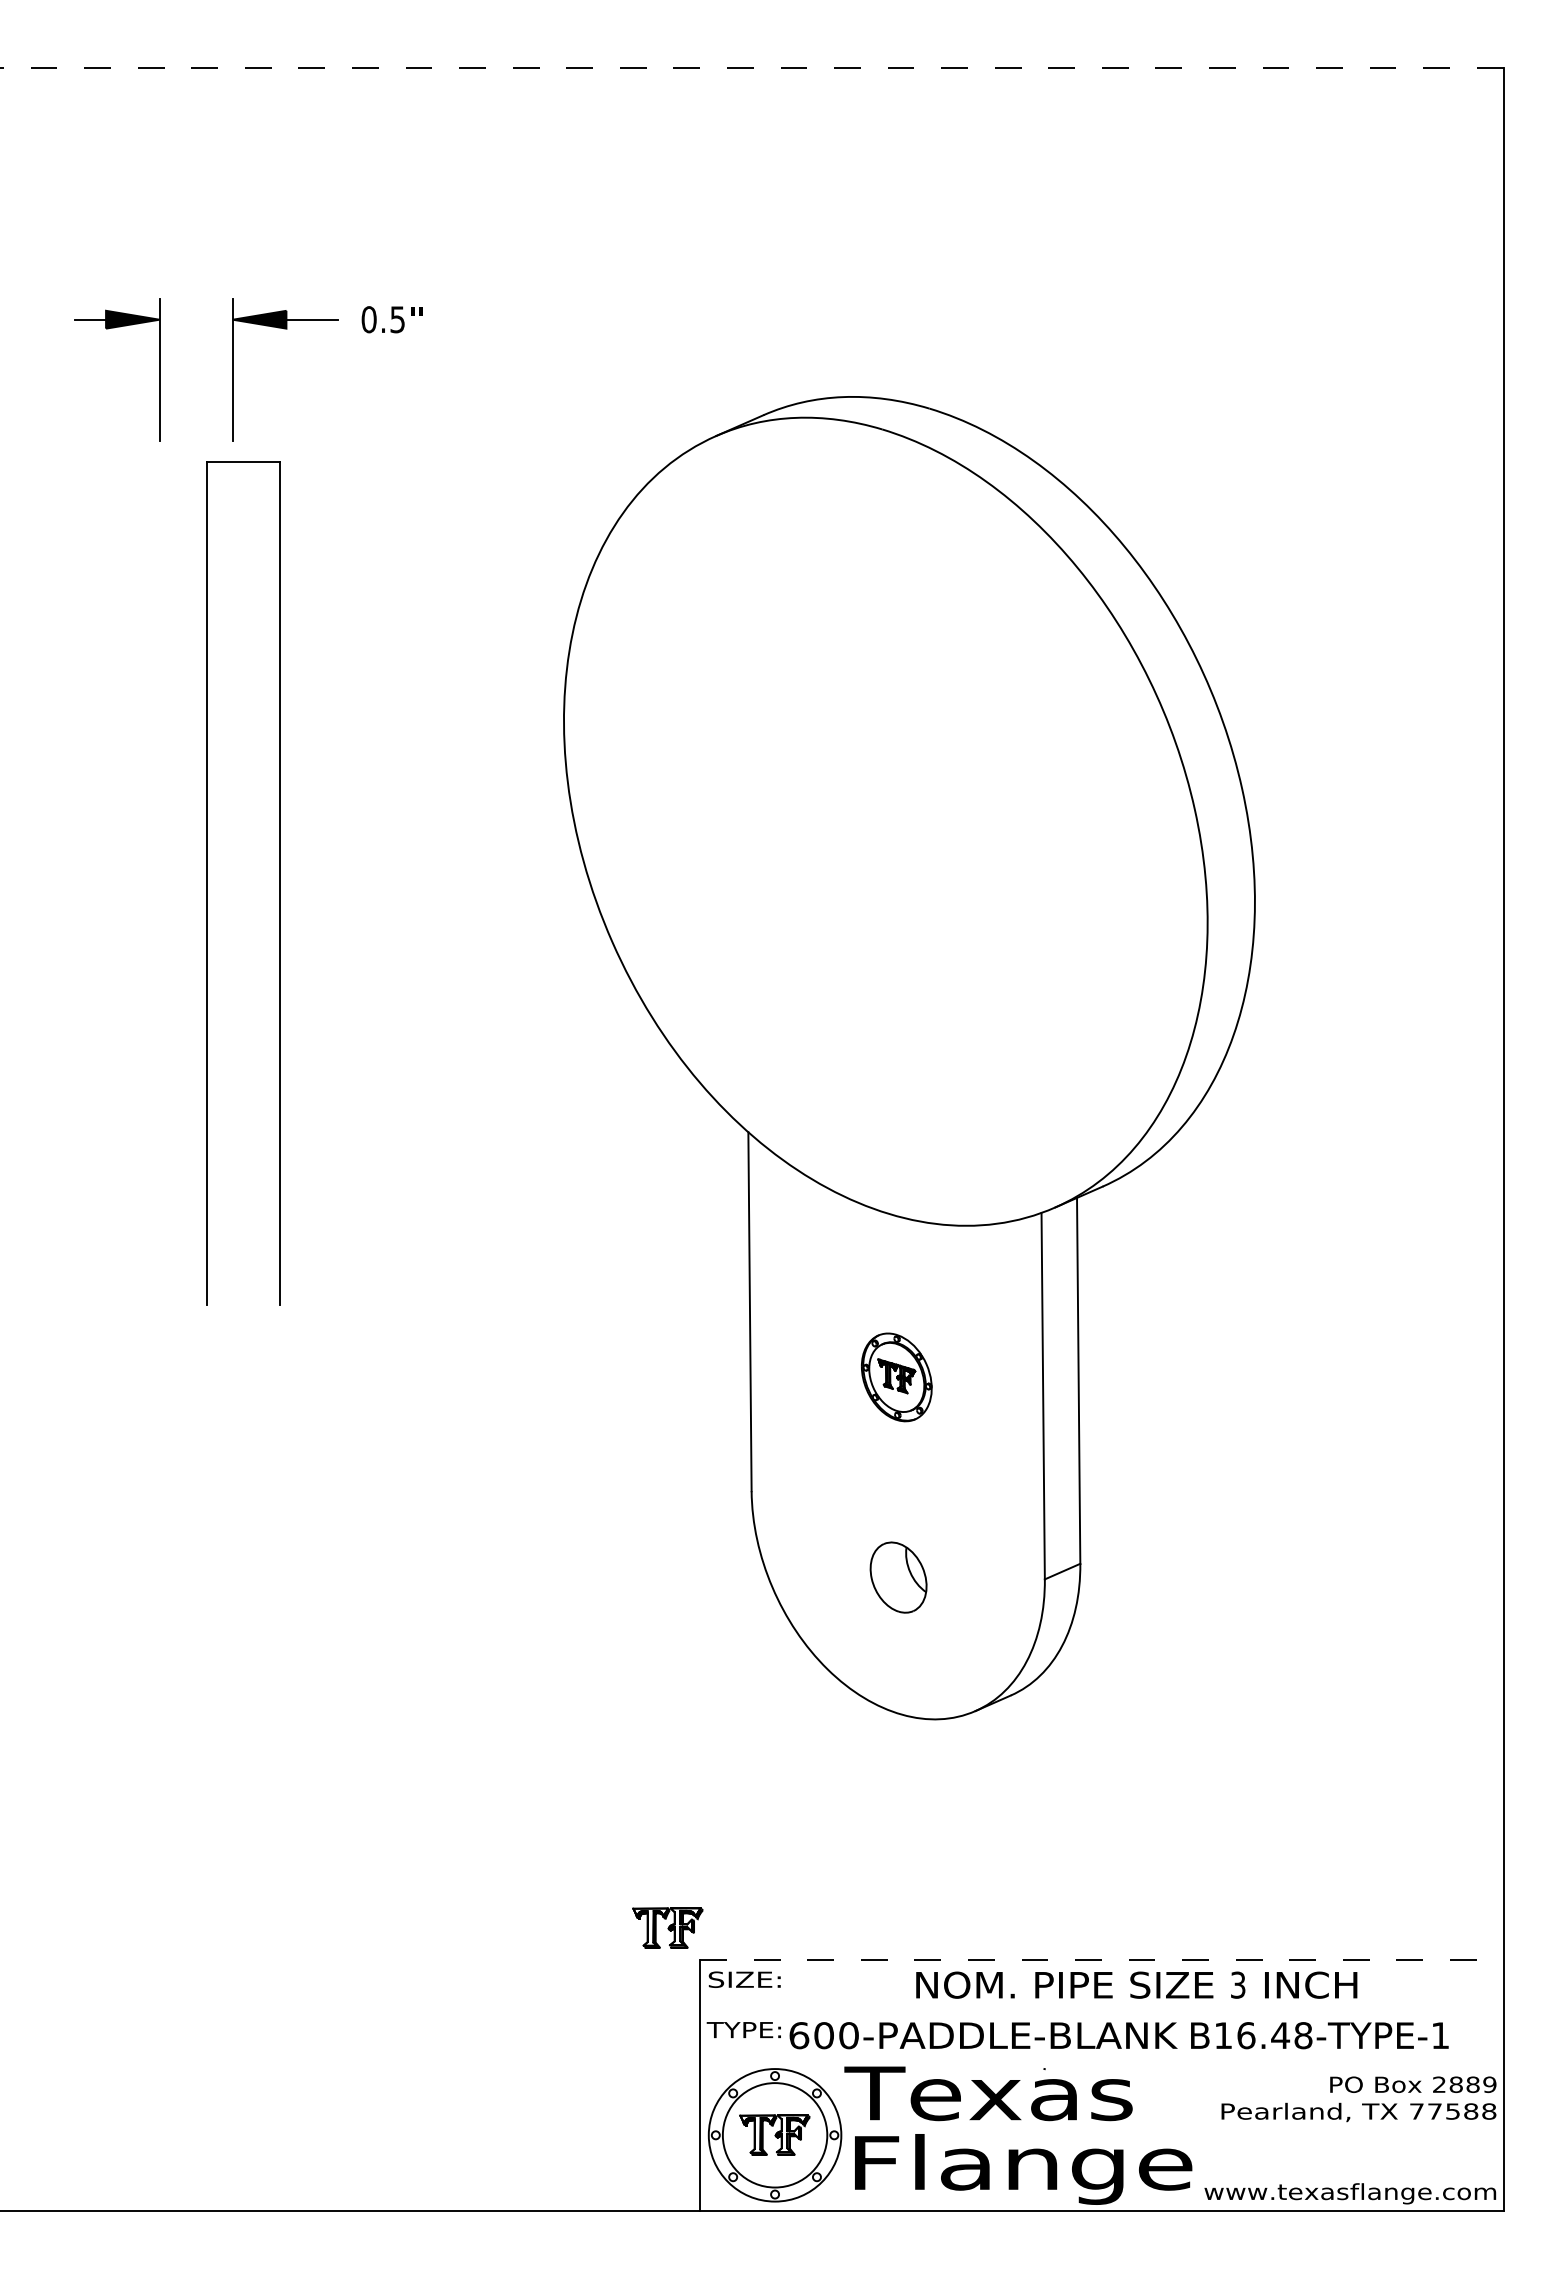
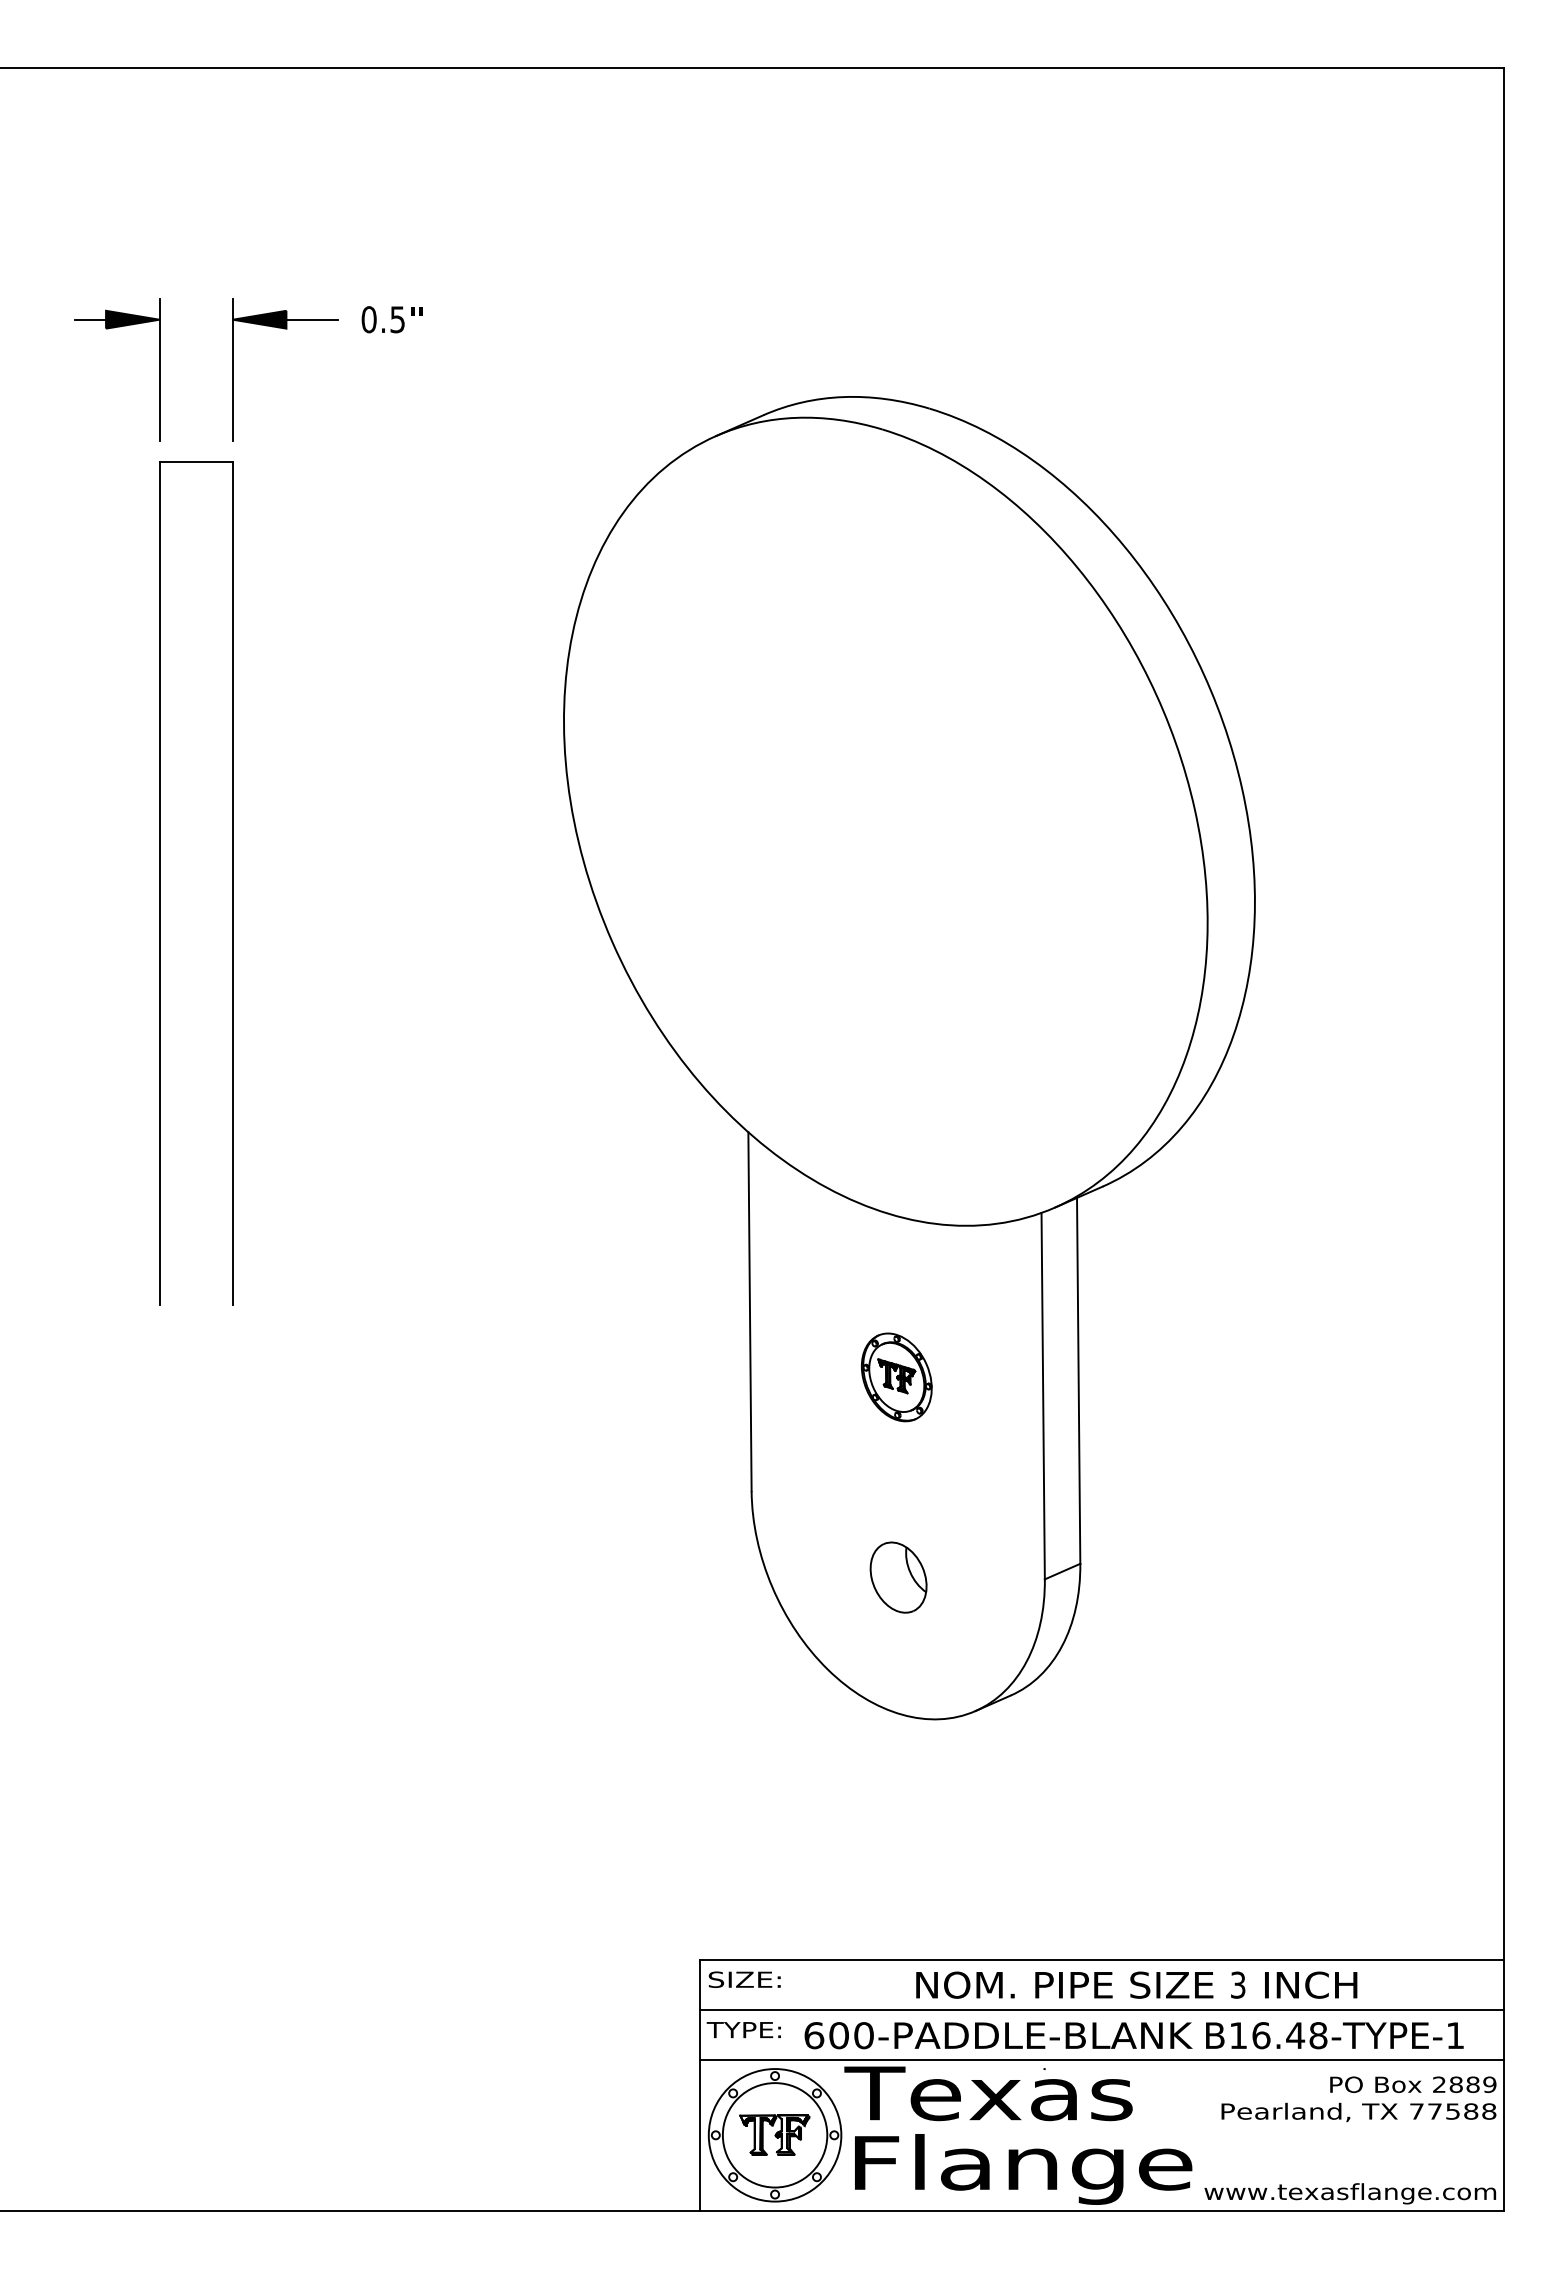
line at (752, 68): dashed -> solid
part at (207, 883) position: (207, 883) -> (160, 883)
part at (667, 1927): present -> none
line at (1101, 1959): dashed -> solid
line at (1101, 2009): none -> present
text at (1118, 2035) position: (1118, 2035) -> (1133, 2035)
line at (1101, 2060): none -> present
